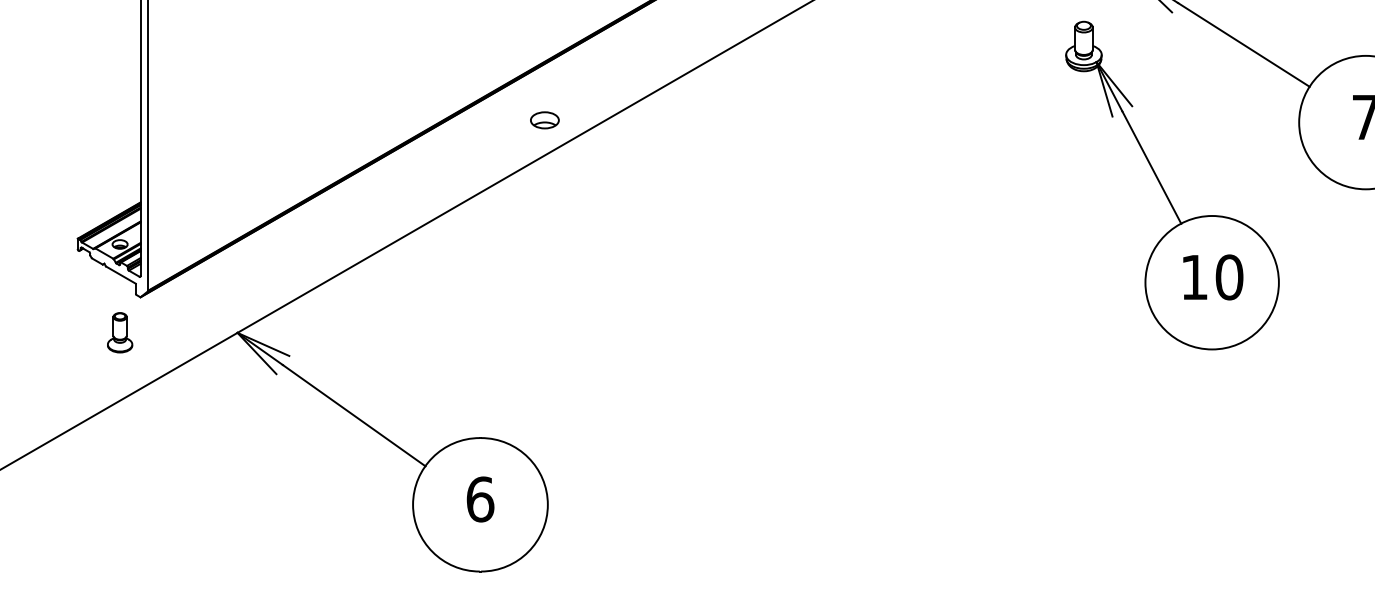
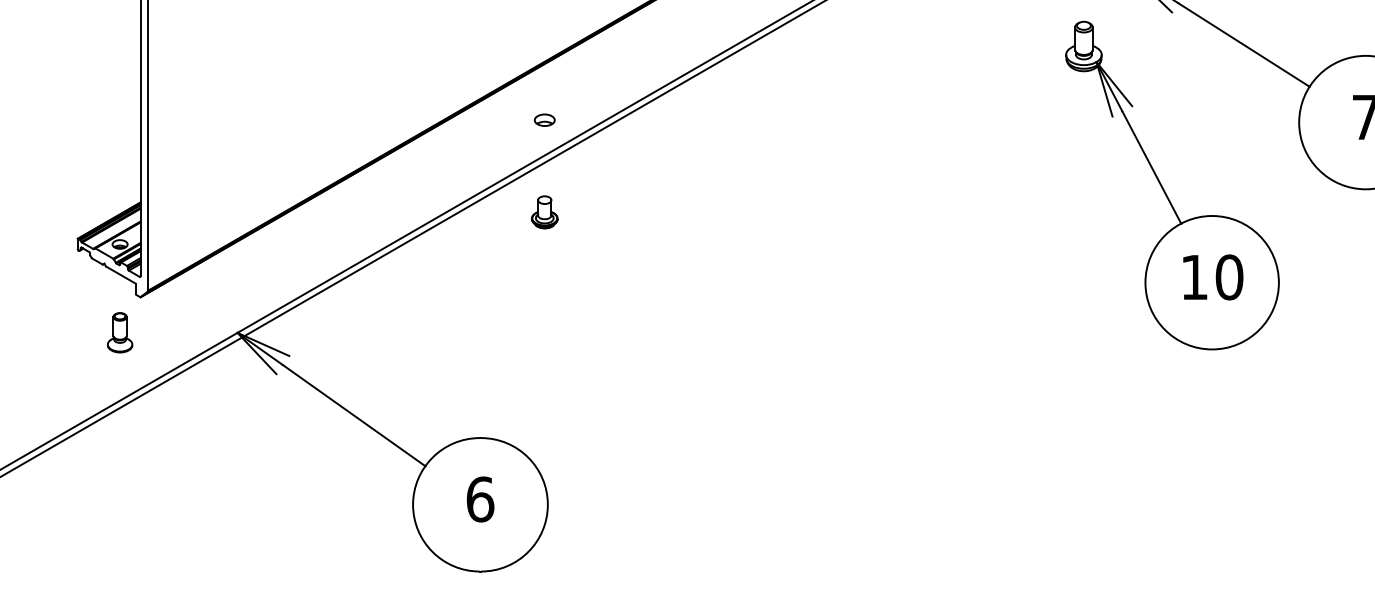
part at (544, 120) size: 30x19 px -> 23x14 px
part at (544, 212): none -> present
line at (412, 238): none -> present
